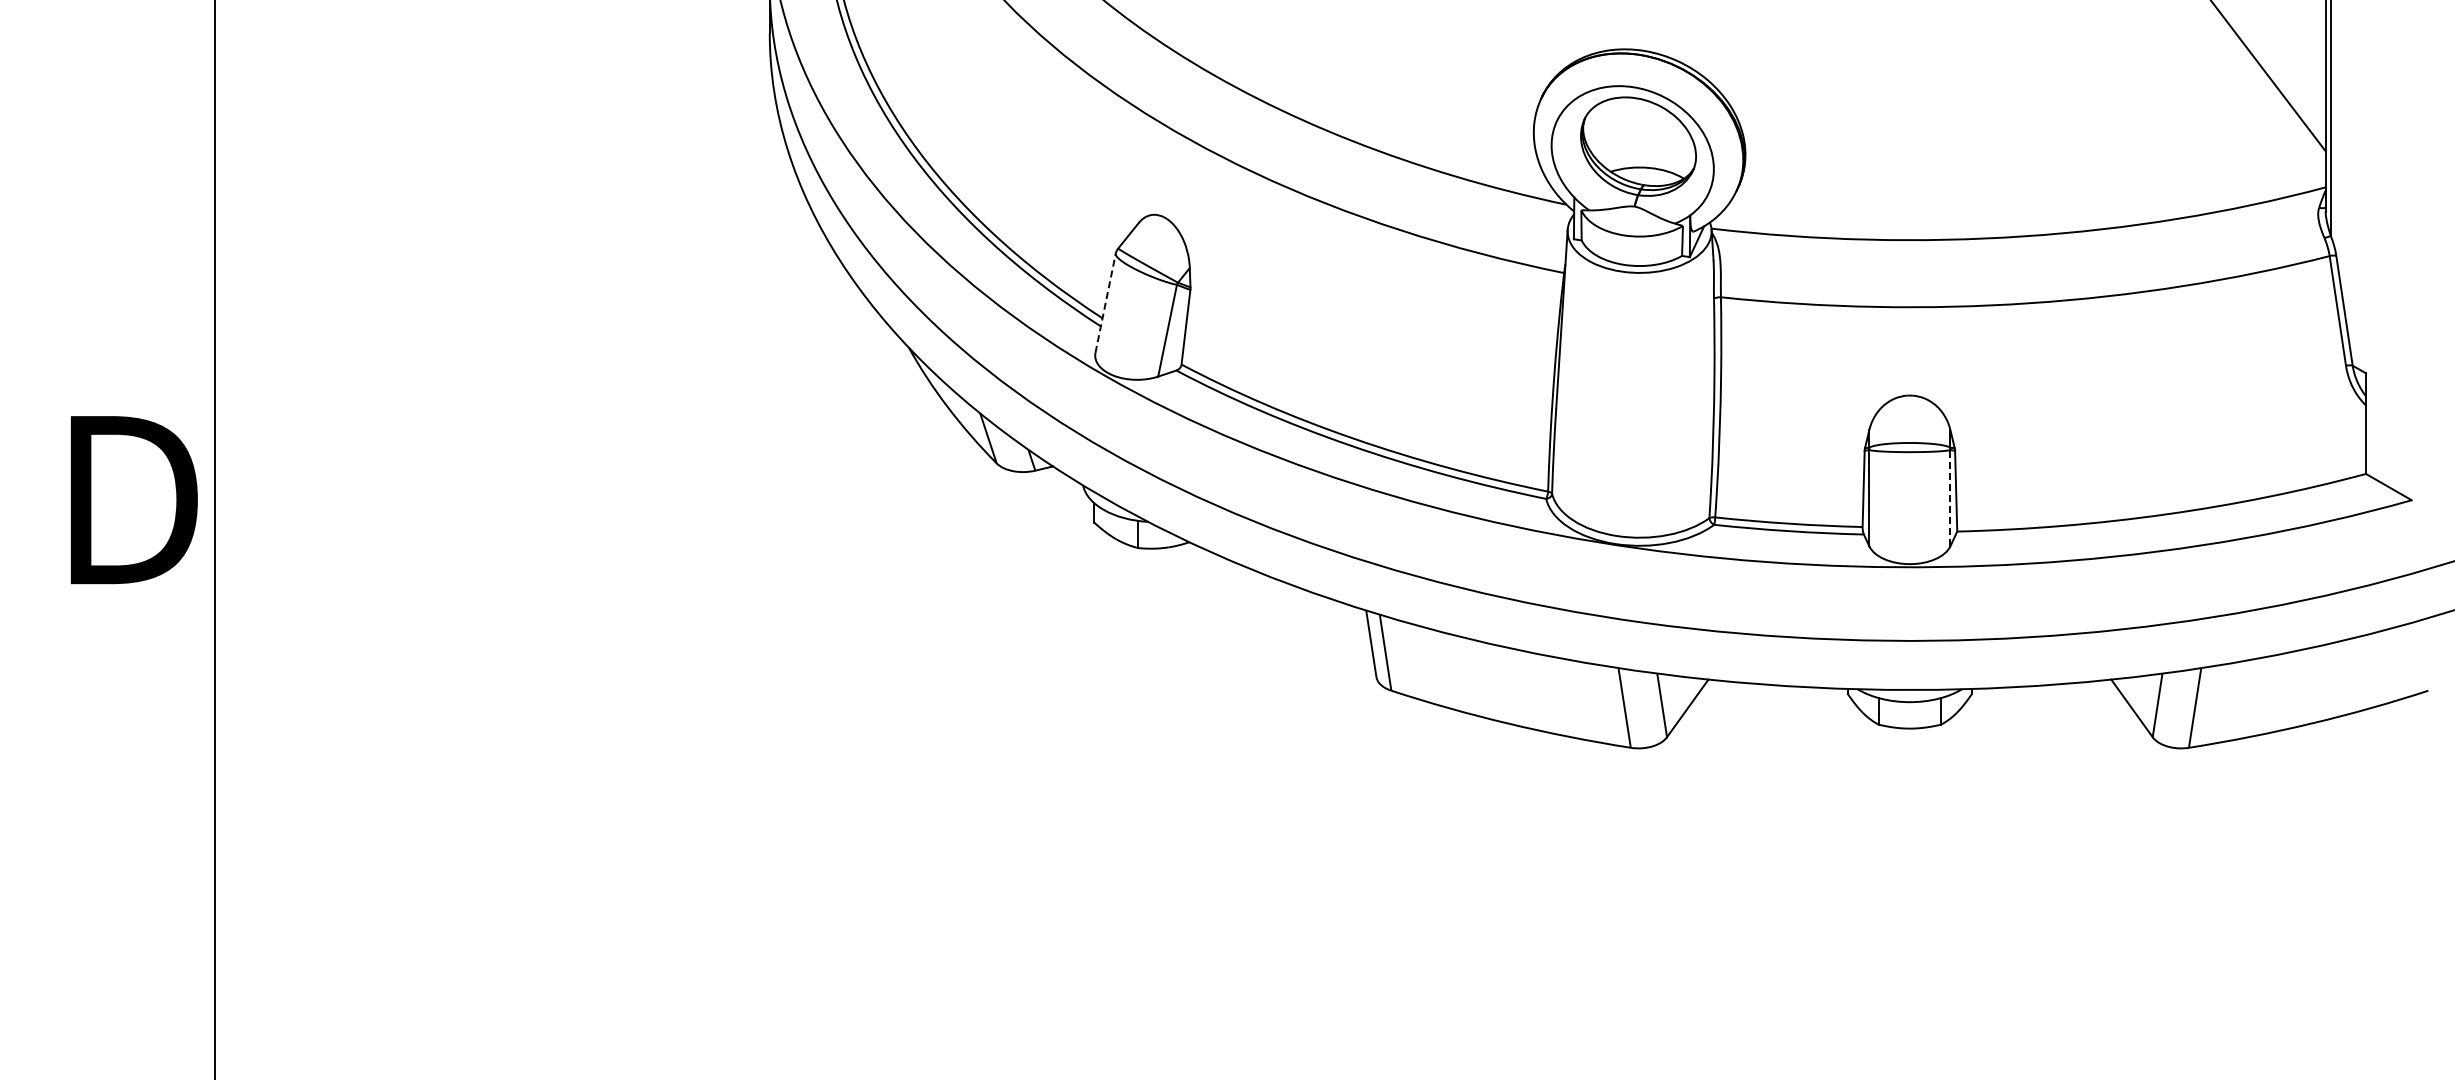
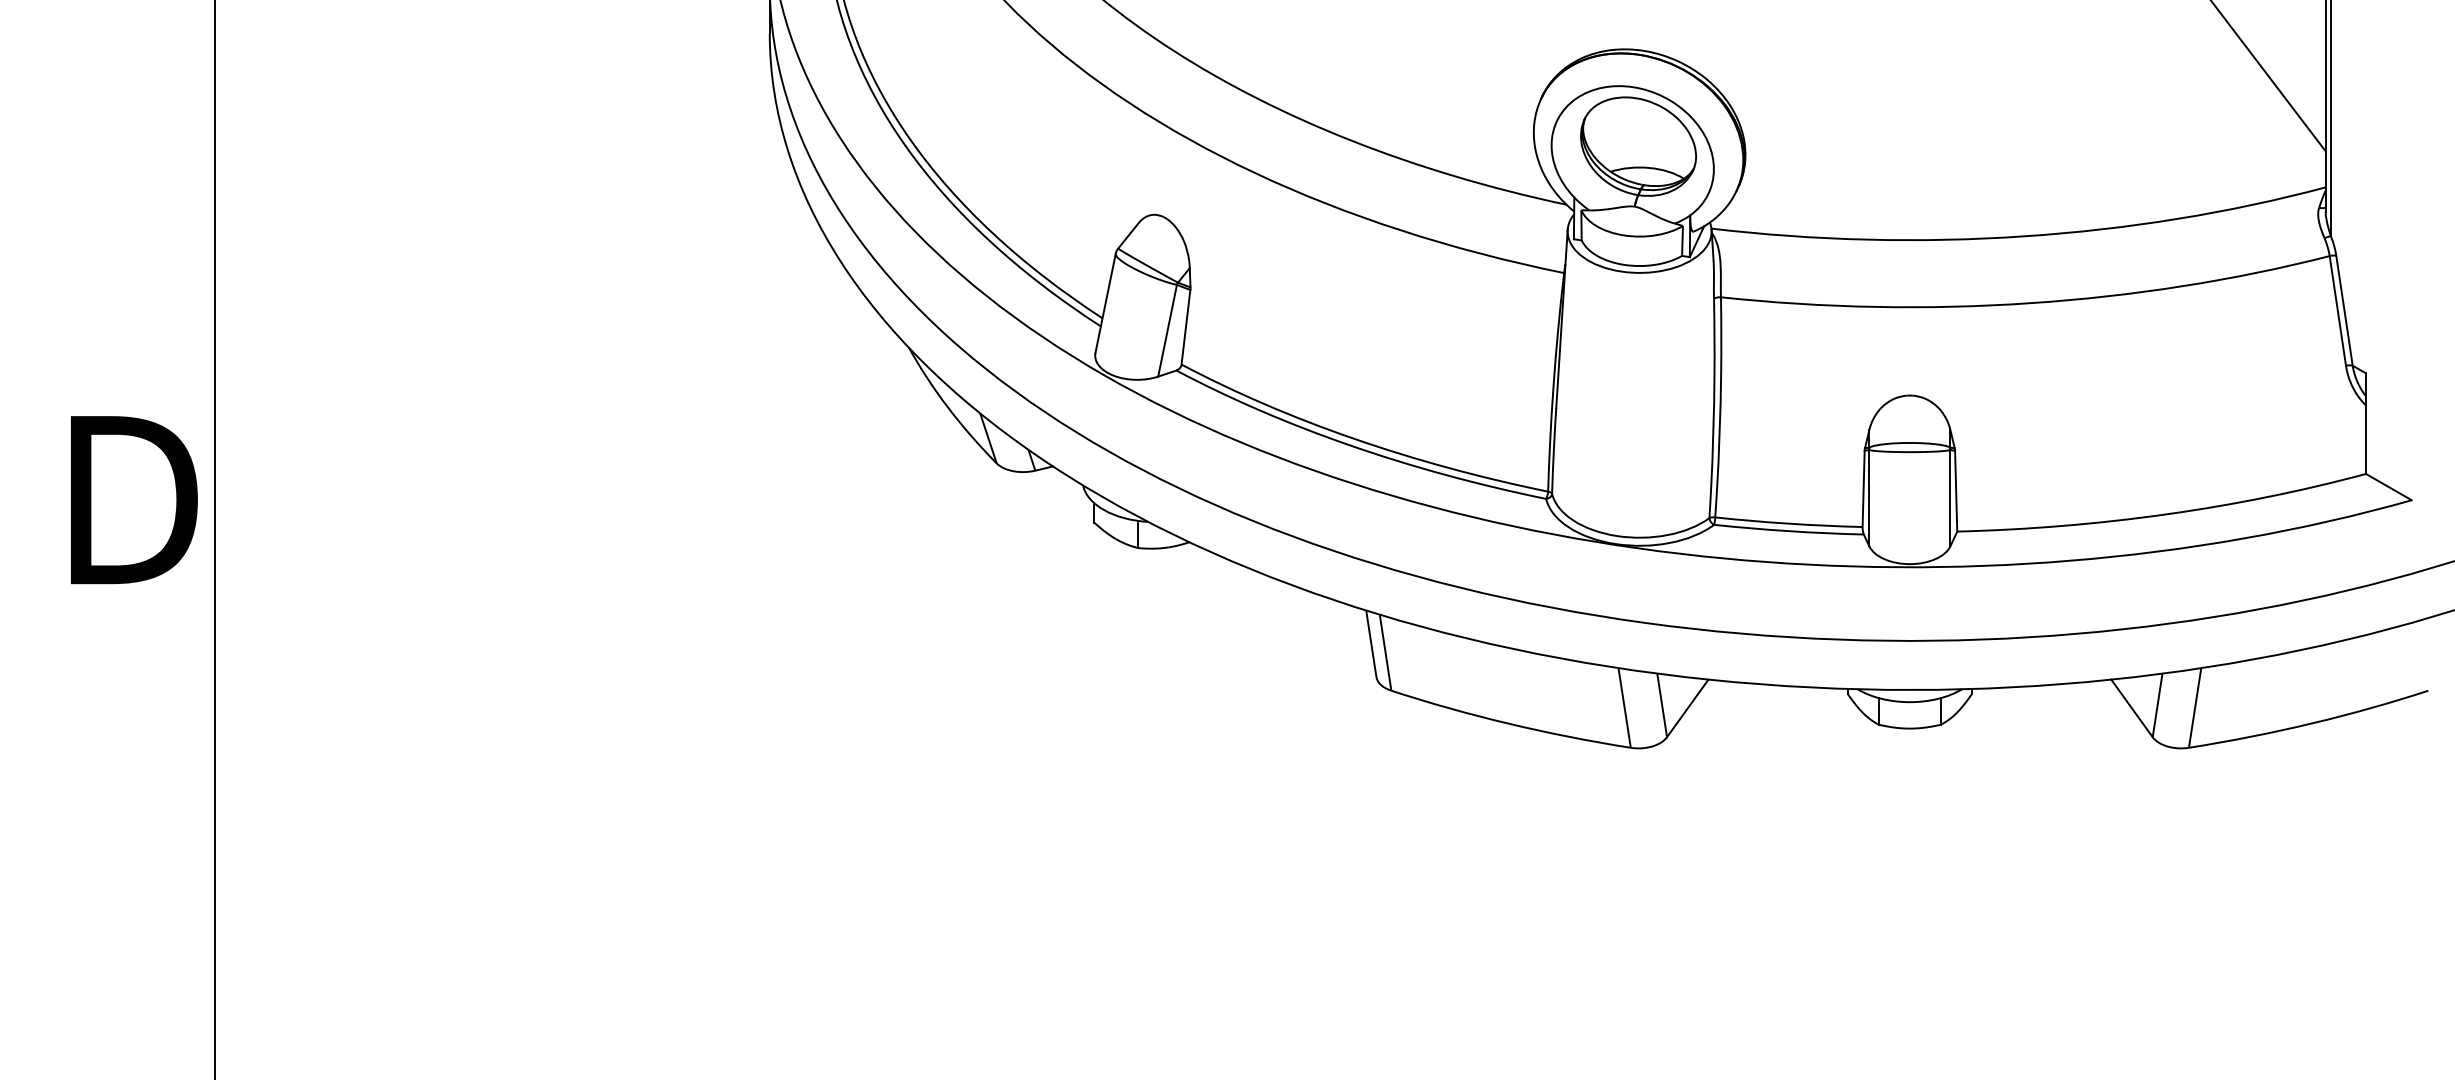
line at (1105, 303): dashed -> solid
line at (1950, 497): dashed -> solid
